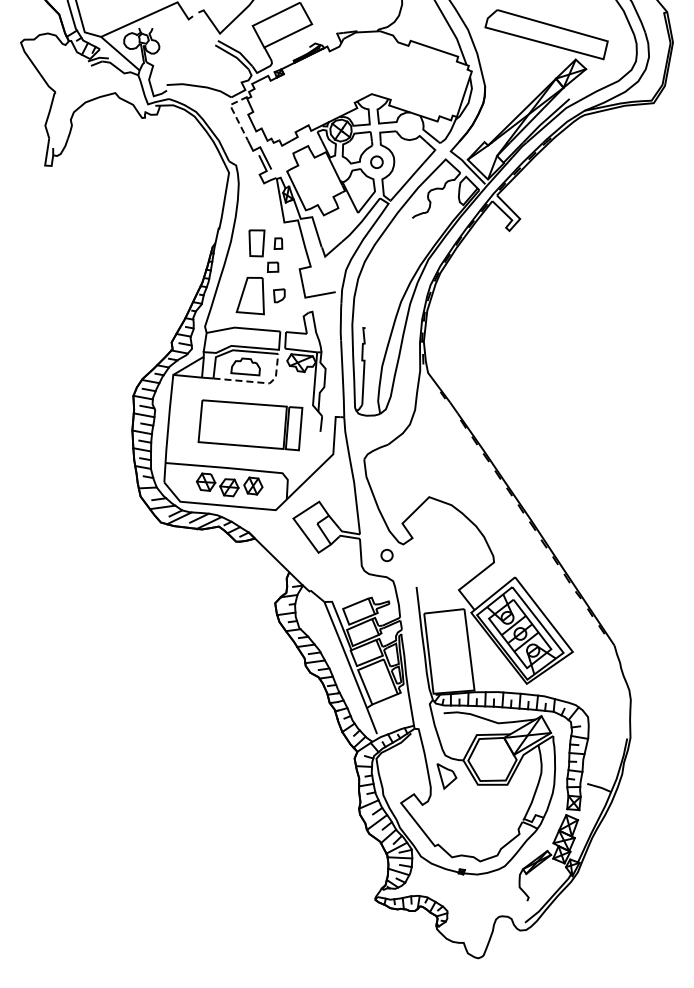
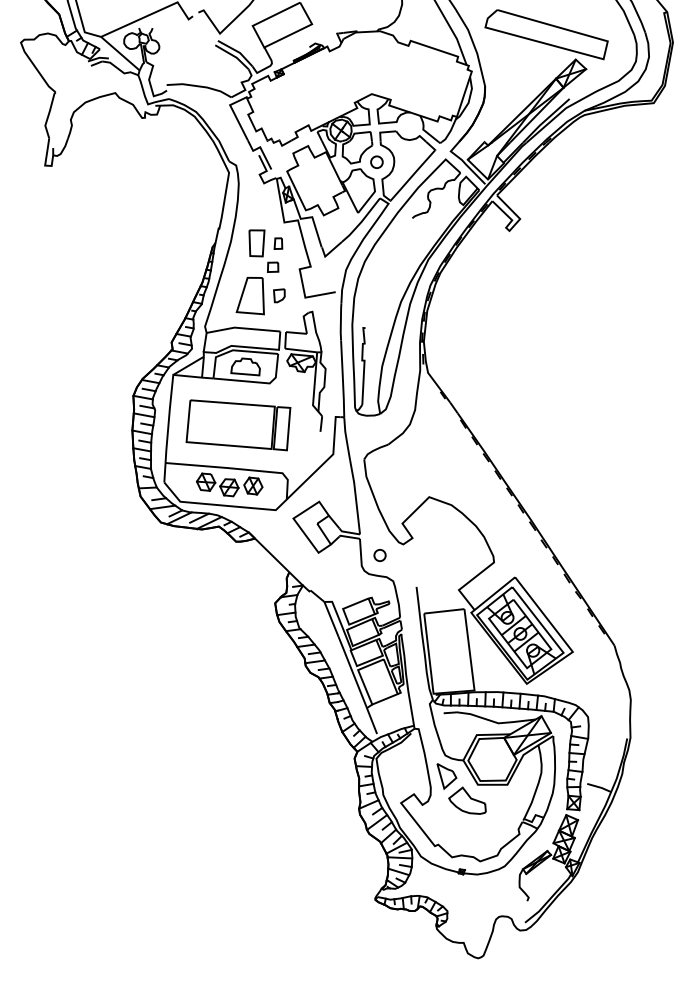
line at (234, 113): dashed -> solid
line at (258, 382): dashed -> solid
part at (250, 425) position: (250, 425) -> (238, 425)
circle at (386, 555) position: (386, 555) -> (379, 555)
part at (467, 800): none -> present
